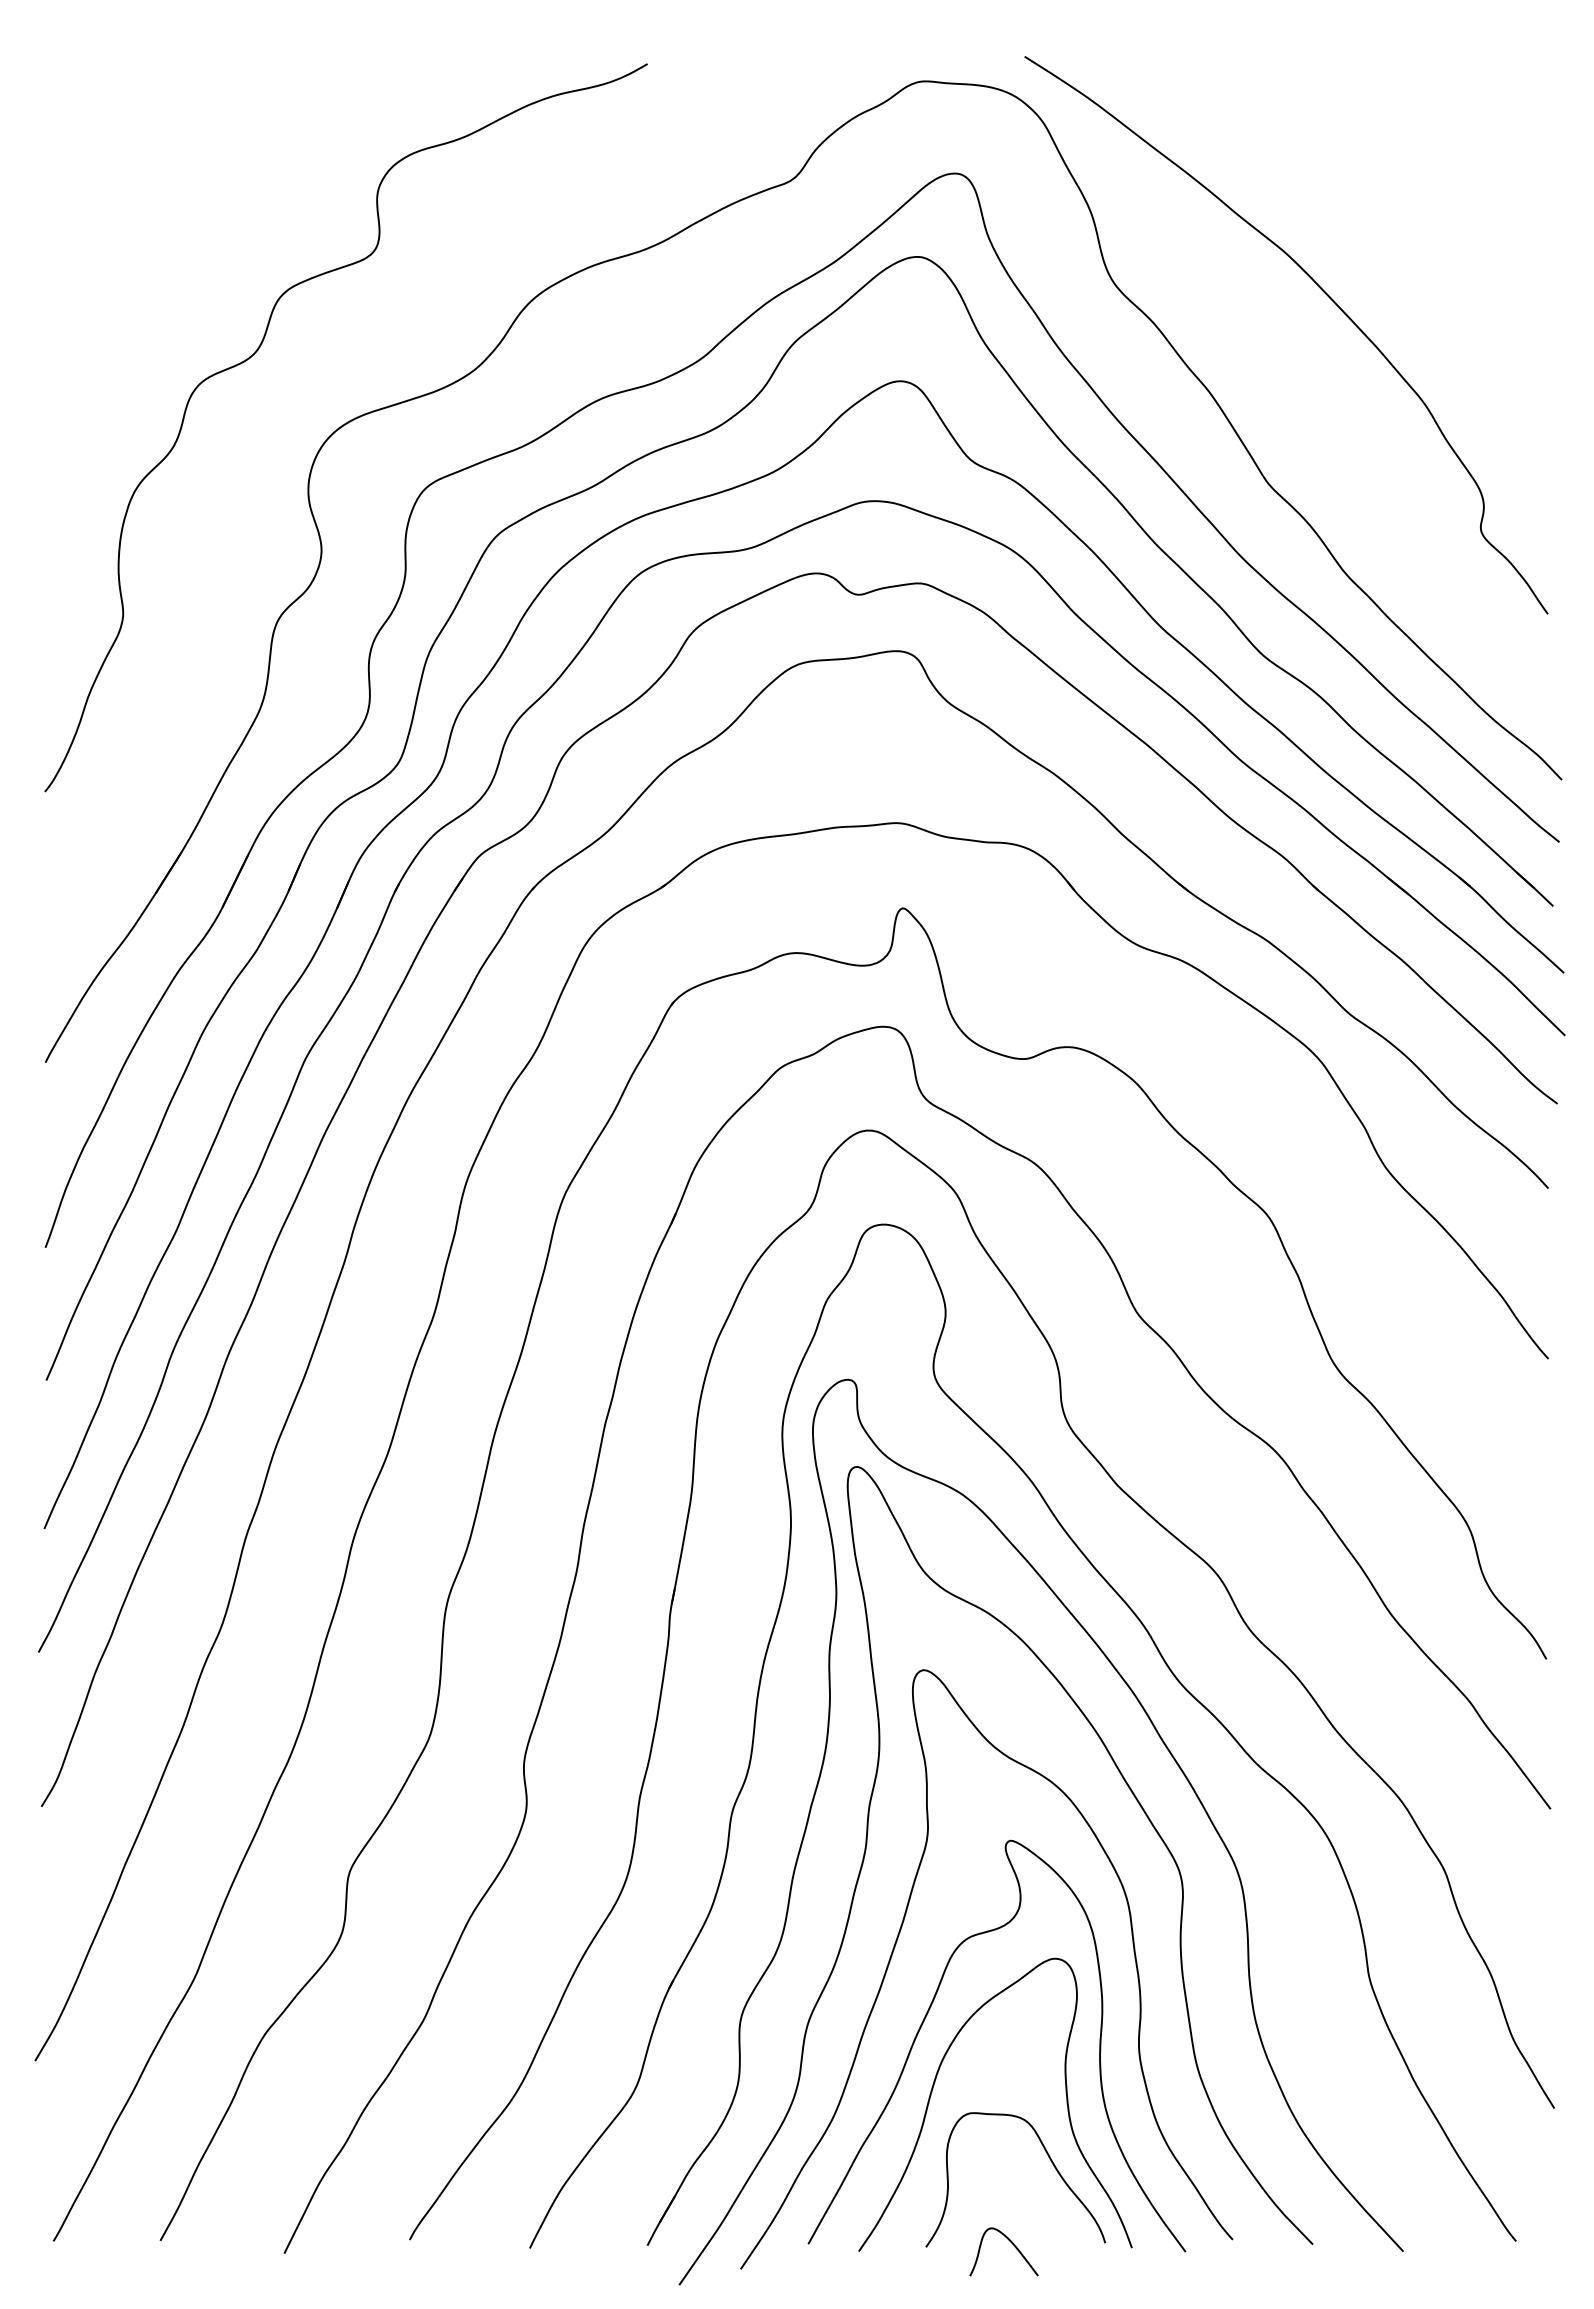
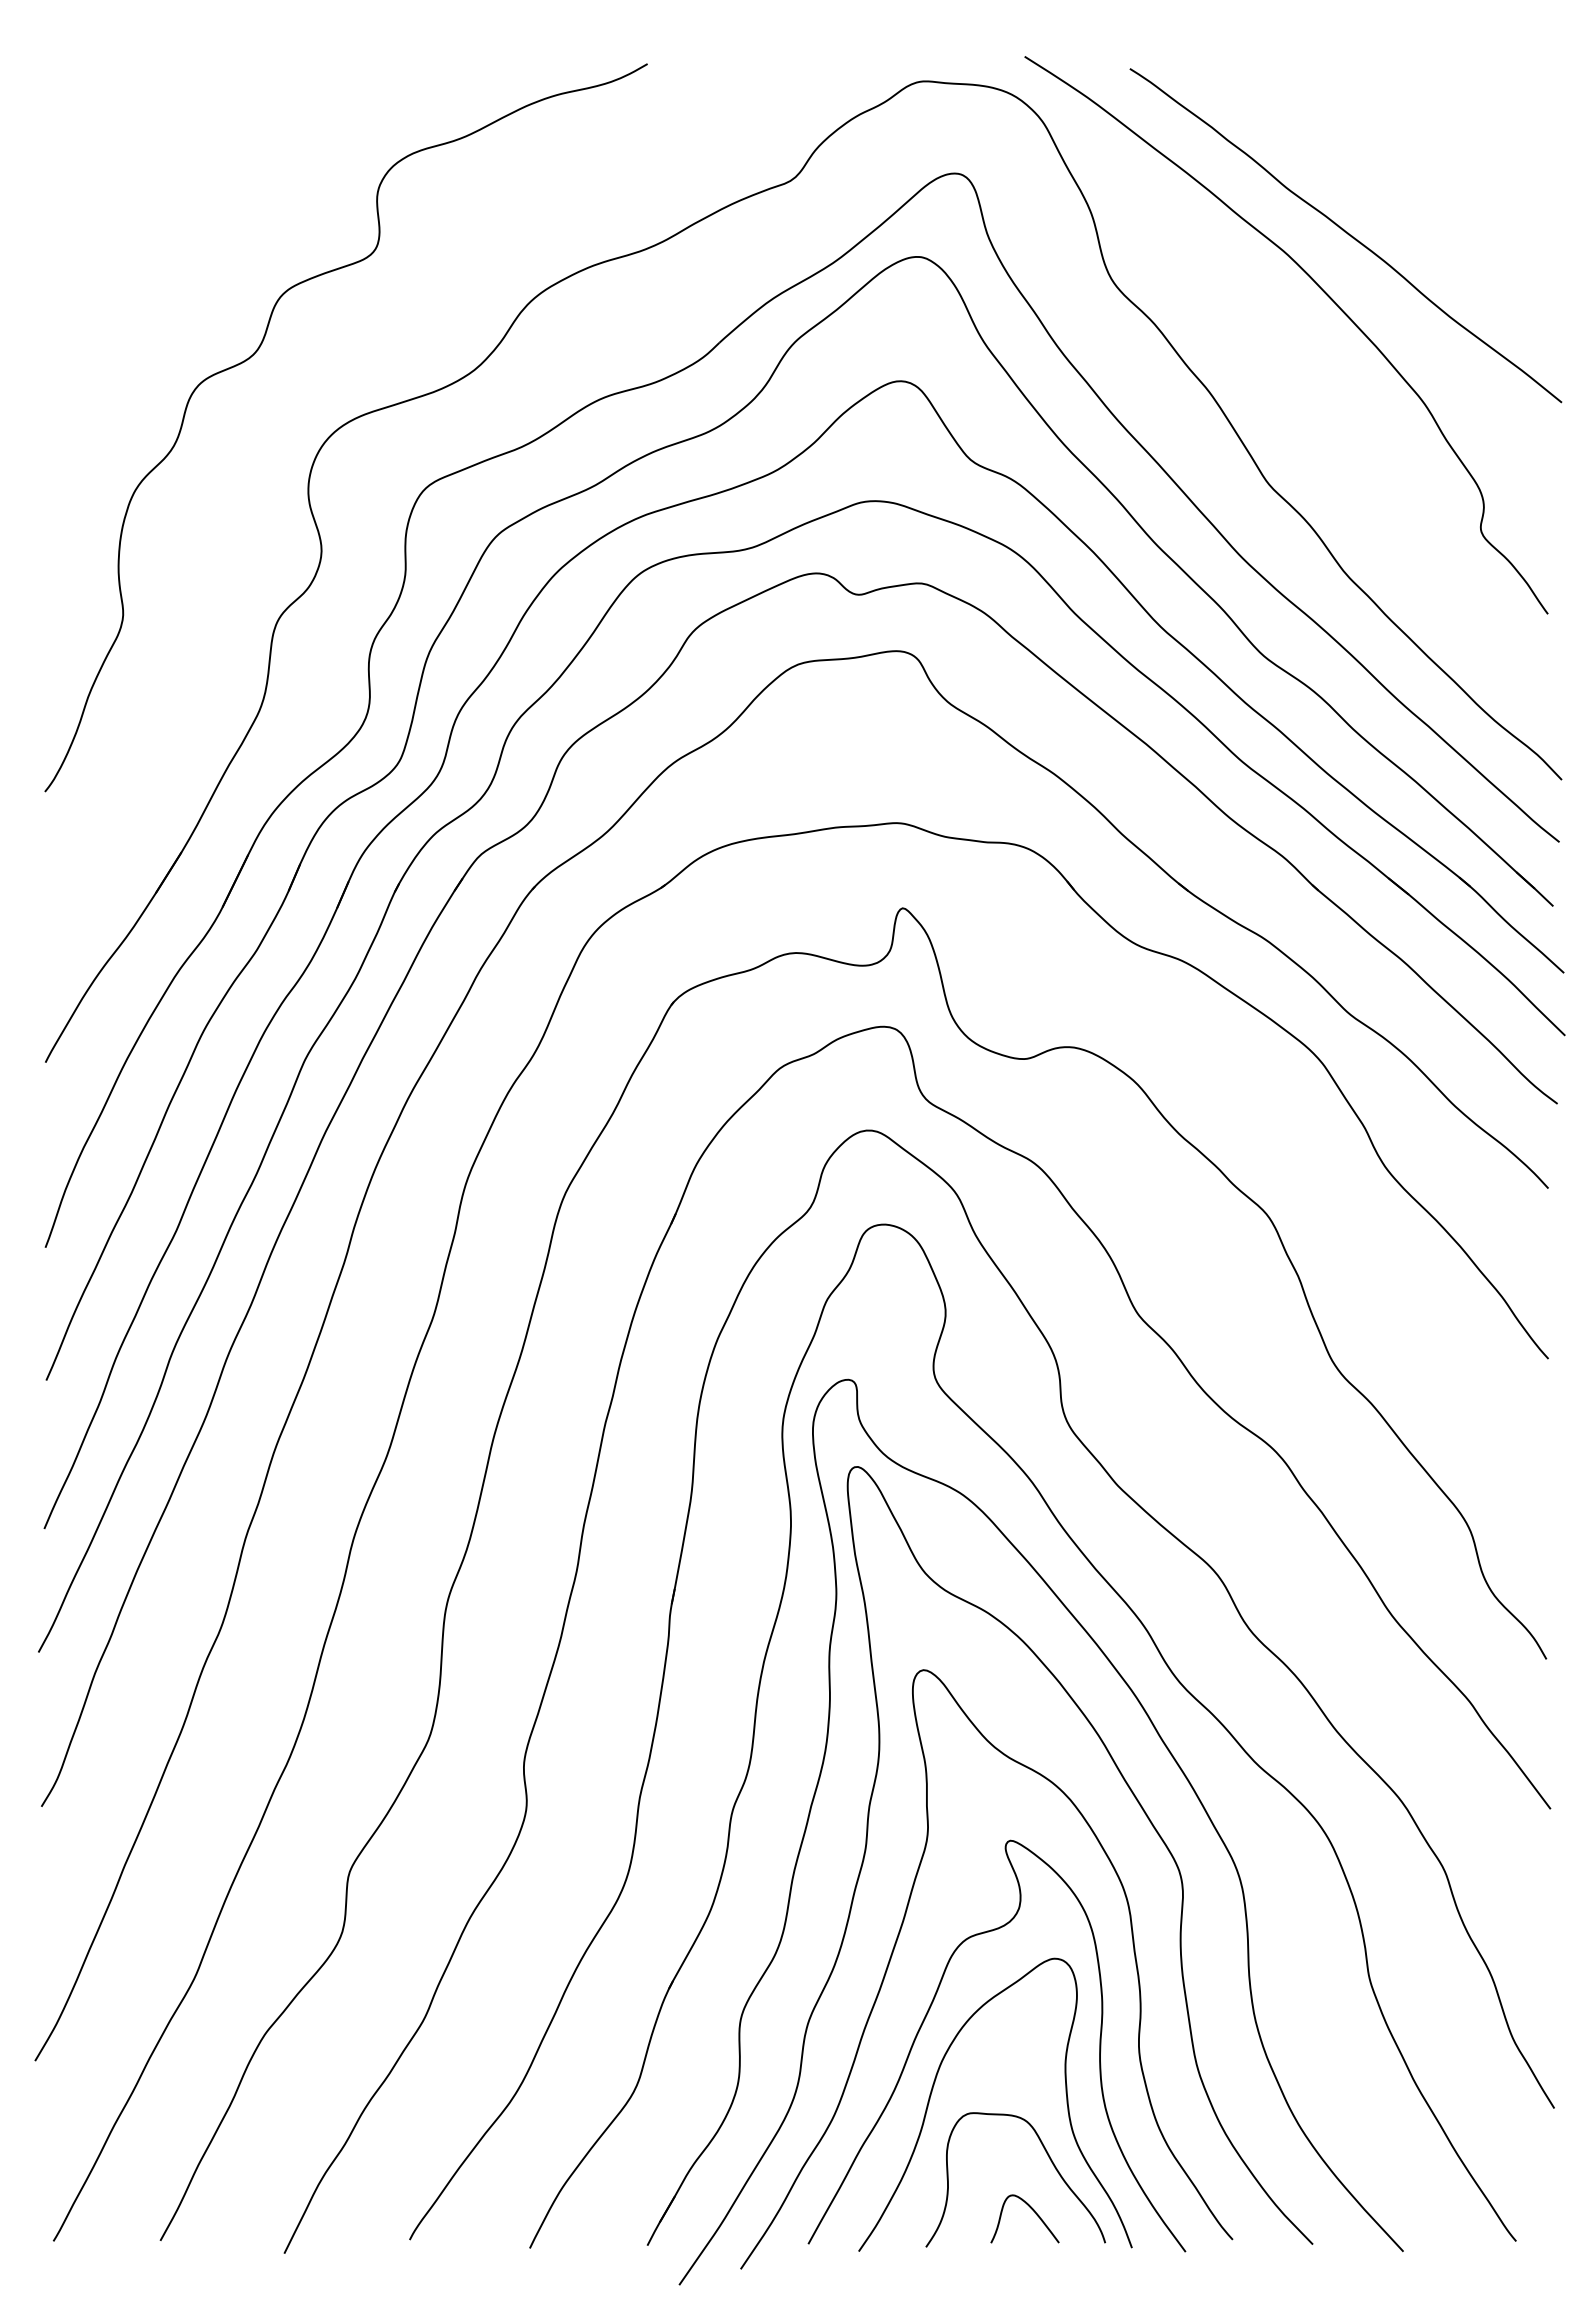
curve at (1346, 233): none -> present
curve at (1011, 2243) position: (1011, 2243) -> (1032, 2210)
